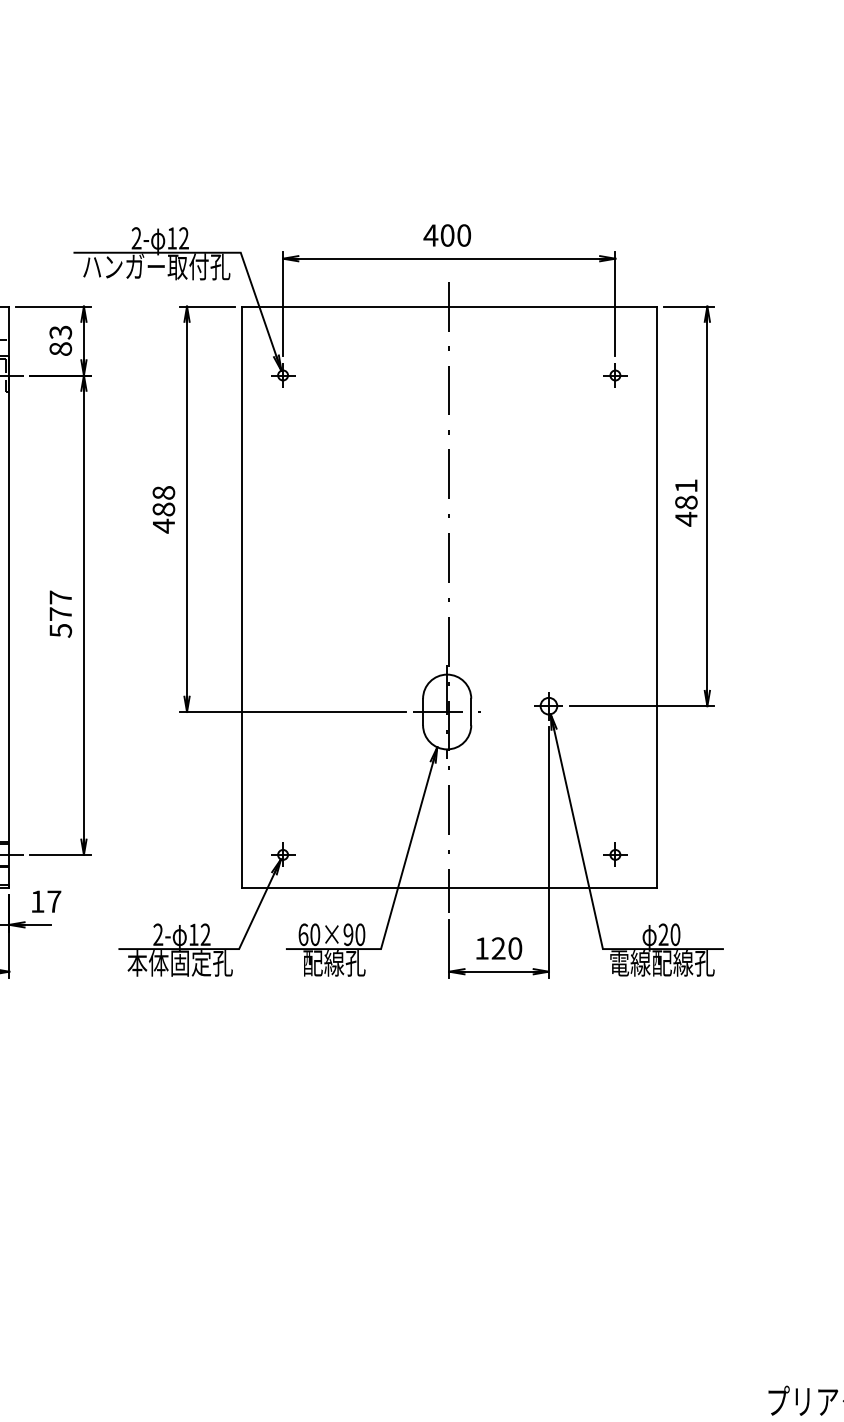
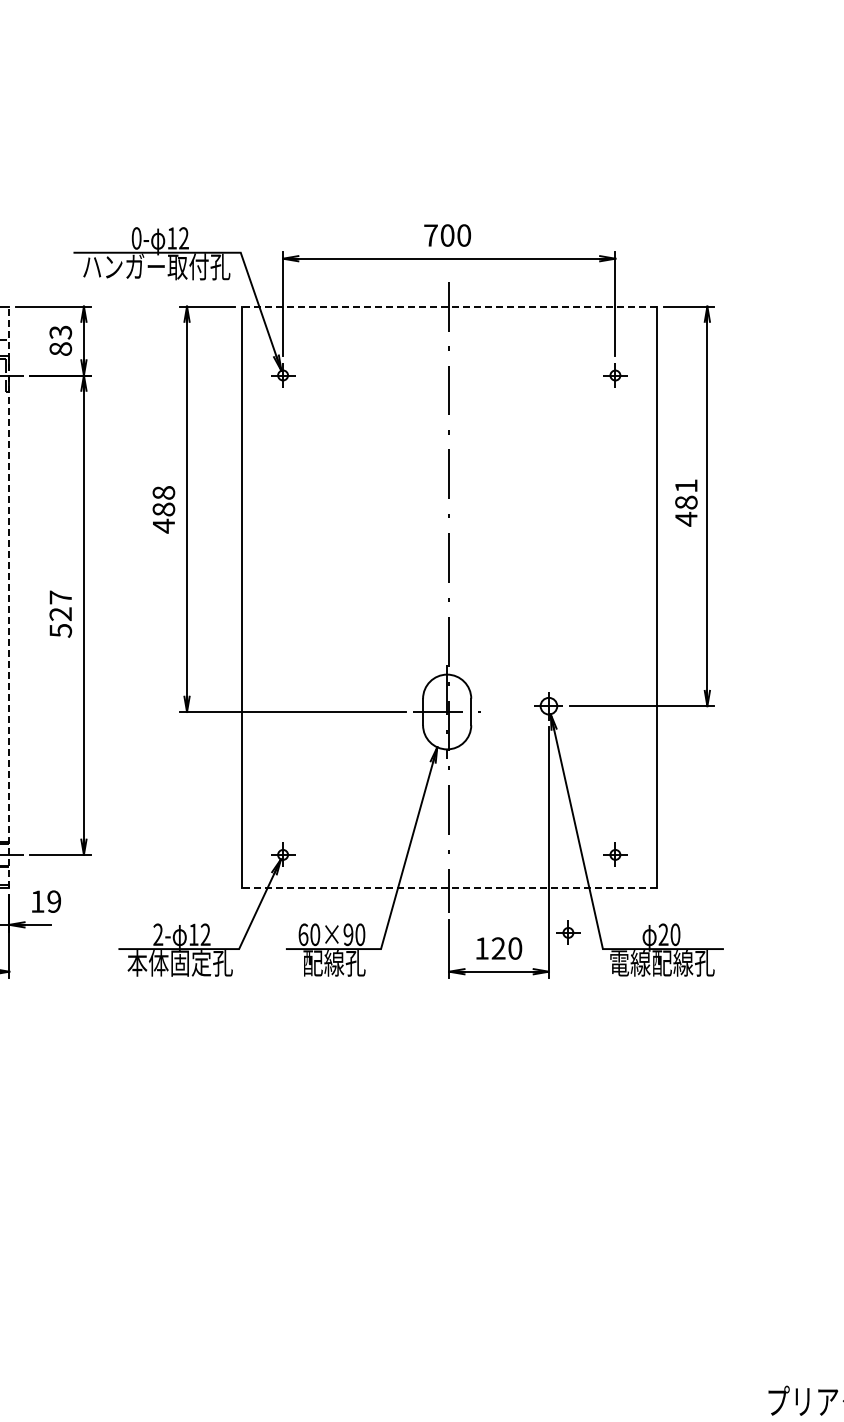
text at (430, 235): 400 -> 700
text at (136, 238): 2- -> 0-
line at (449, 306): solid -> dashed
line at (9, 597): solid -> dashed
text at (60, 614): 577 -> 527
line at (449, 888): solid -> dashed
text at (54, 901): 17 -> 19
part at (568, 932): none -> present
